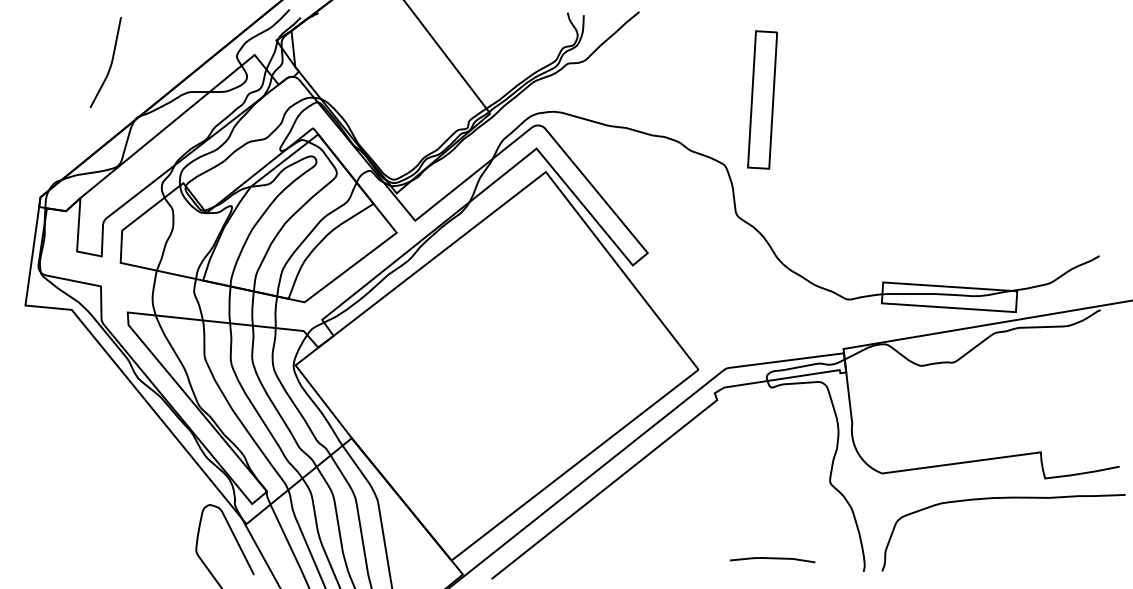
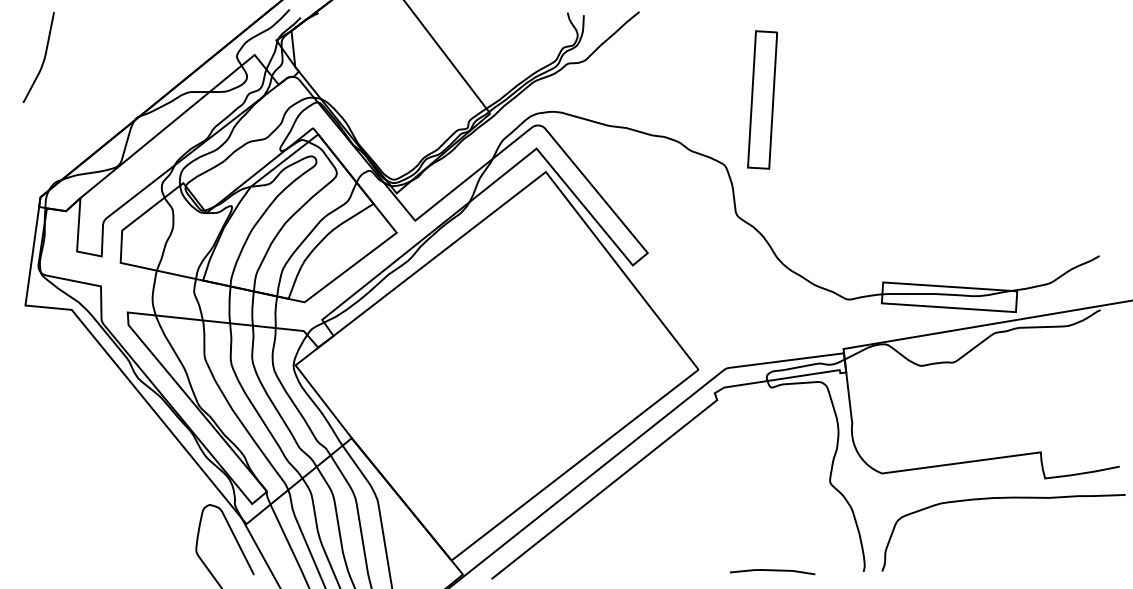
curve at (110, 63) position: (110, 63) -> (43, 58)
line at (772, 559) position: (772, 559) -> (772, 571)
